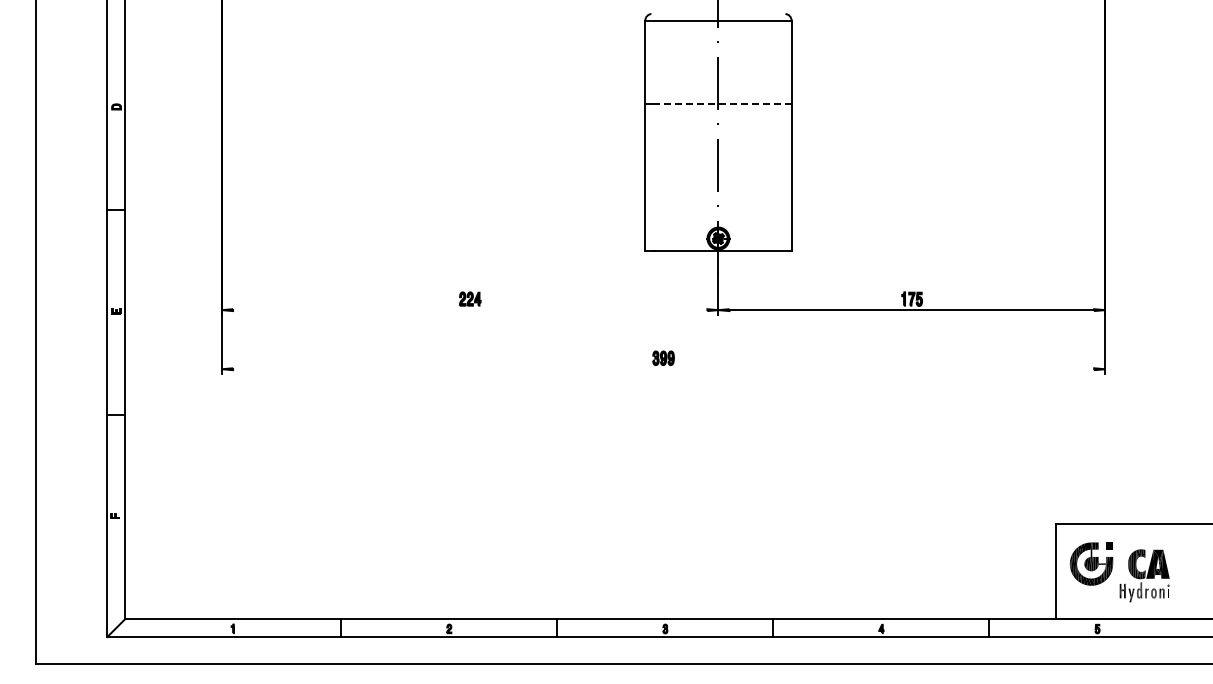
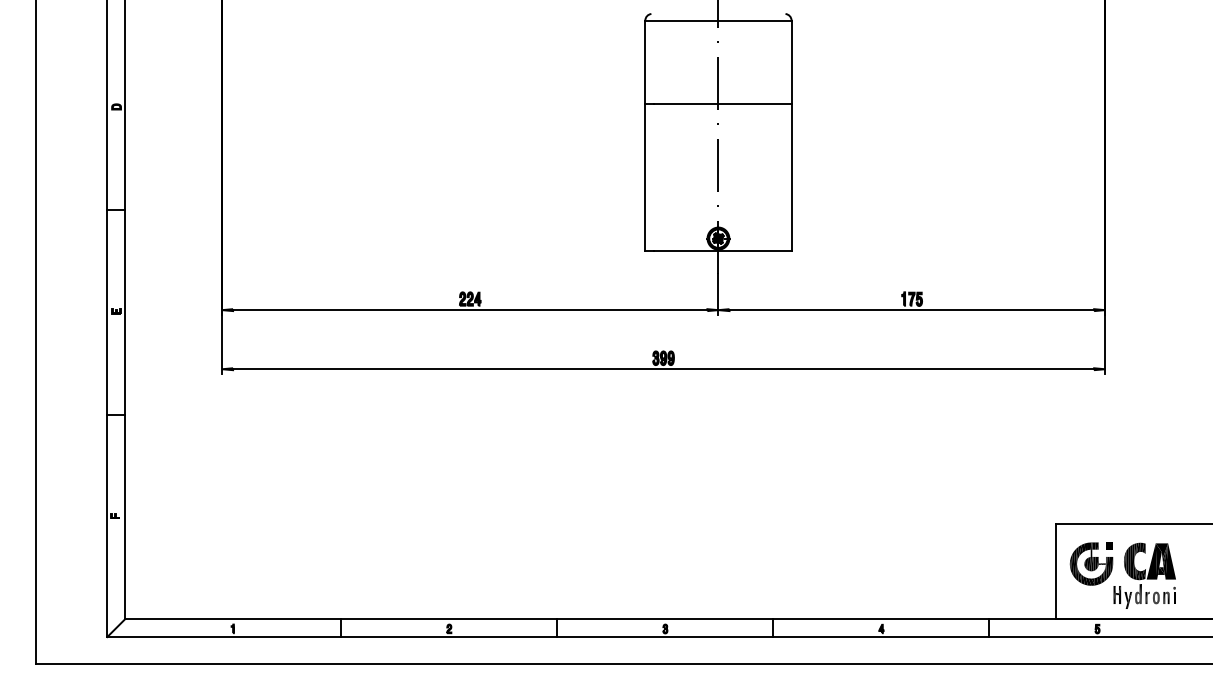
line at (722, 103): dashed -> solid
line at (470, 310): none -> present
line at (663, 369): none -> present
part at (1144, 575) size: 51x54 px -> 63x67 px
